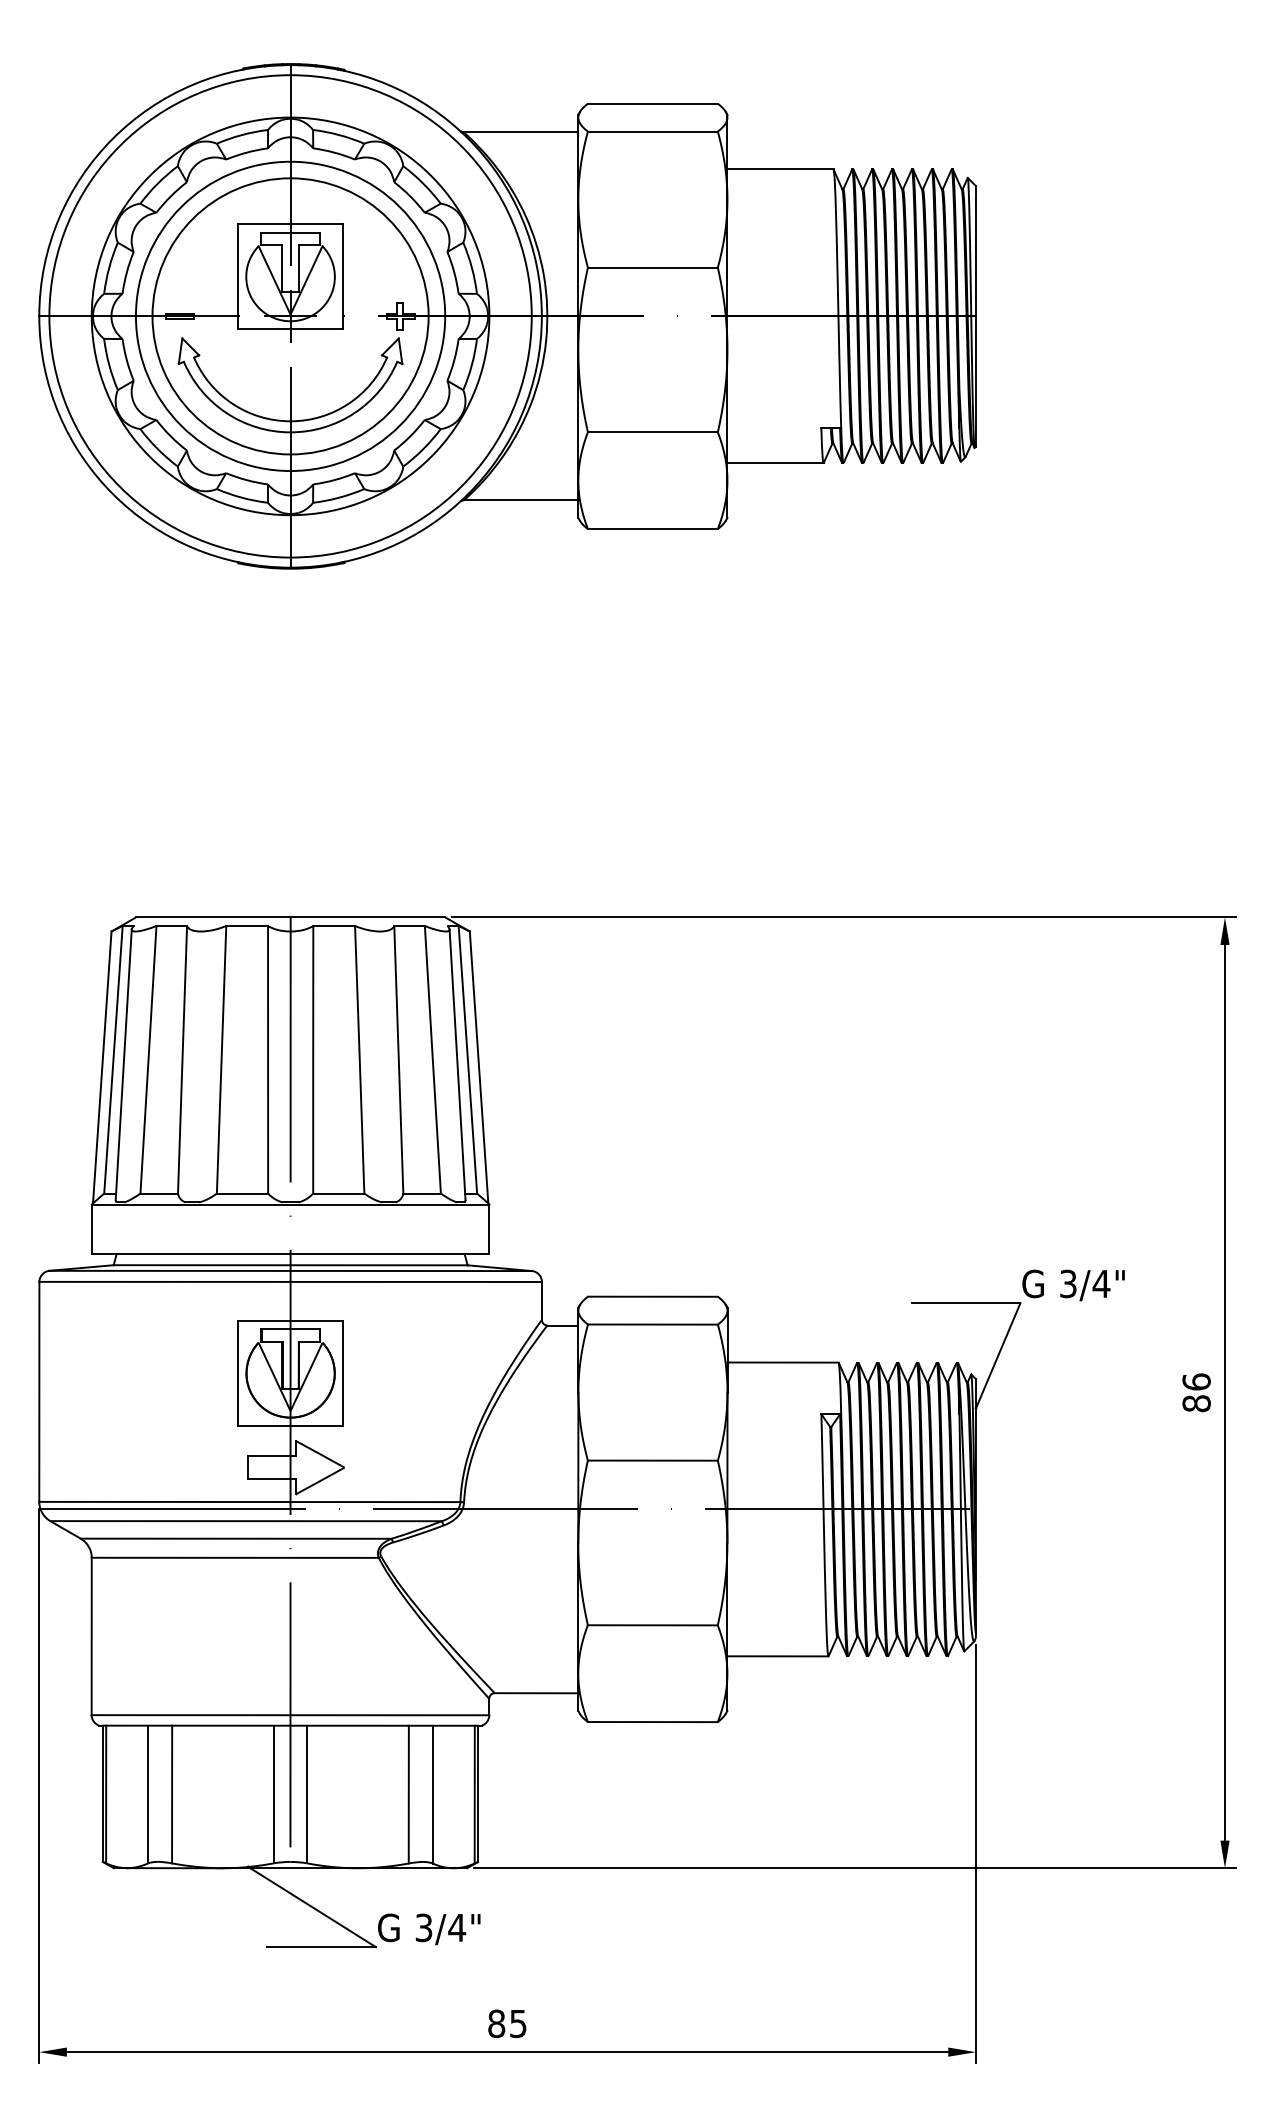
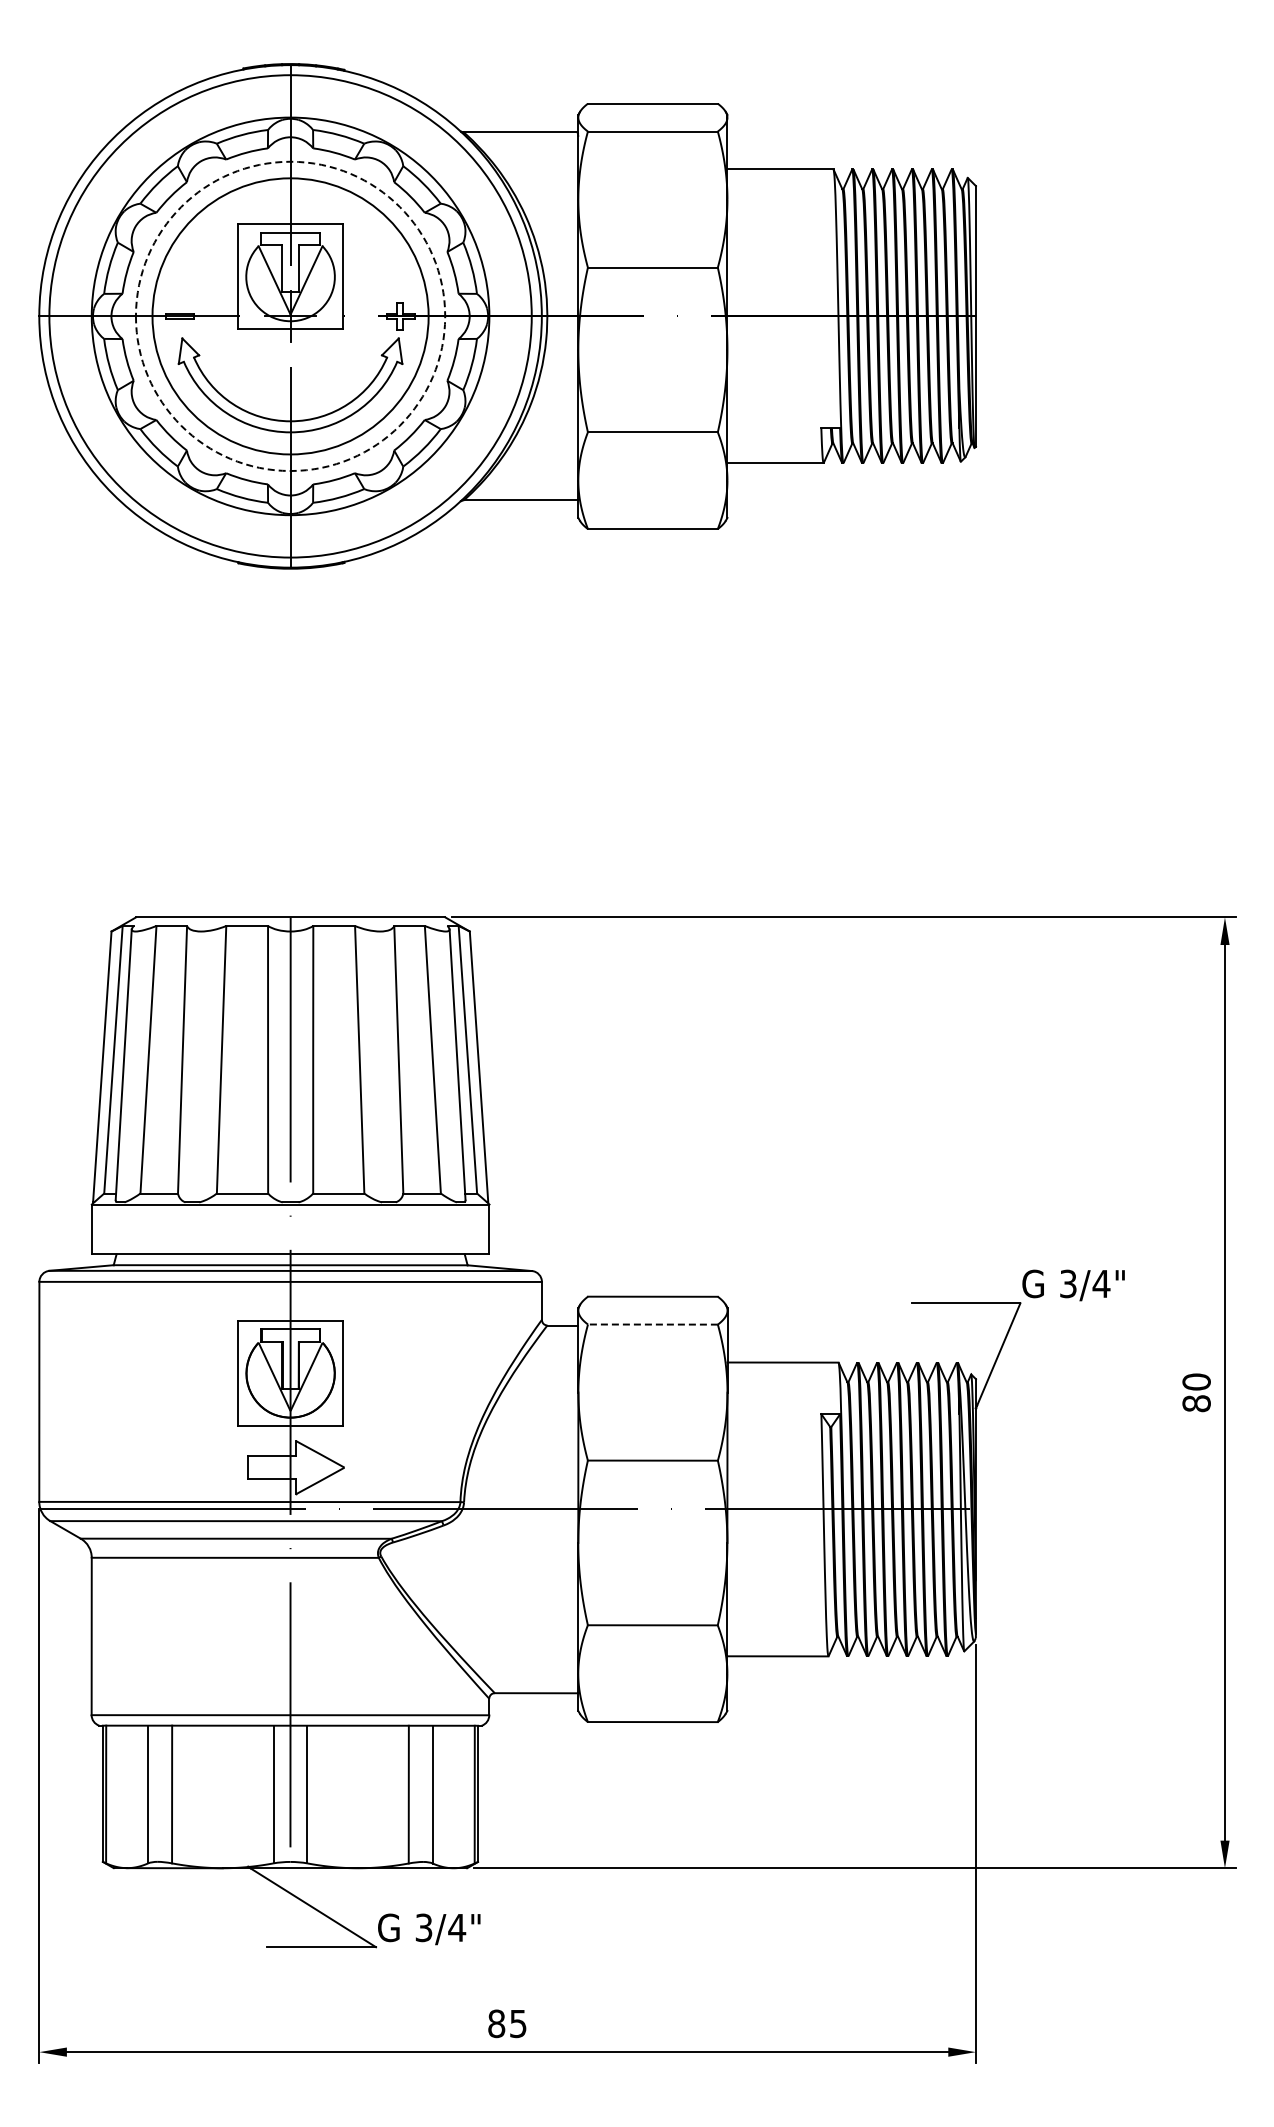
circle at (290, 316): solid -> dashed
line at (652, 1324): solid -> dashed
text at (1196, 1381): 86 -> 80
